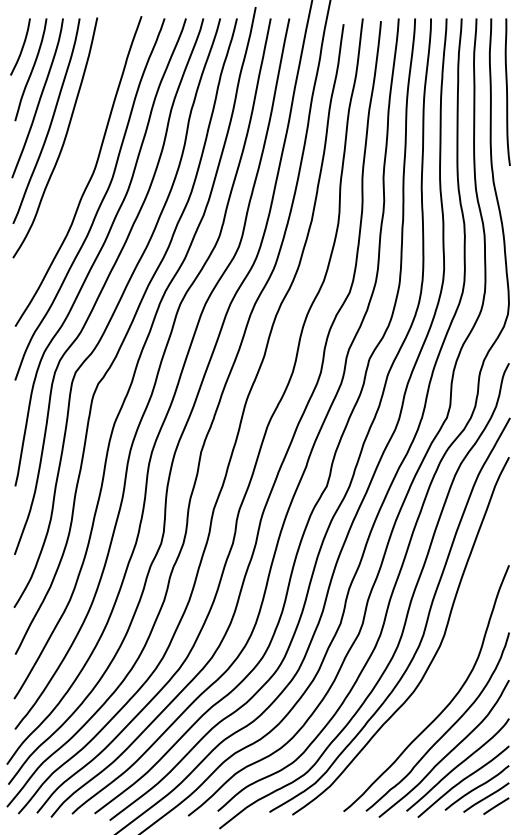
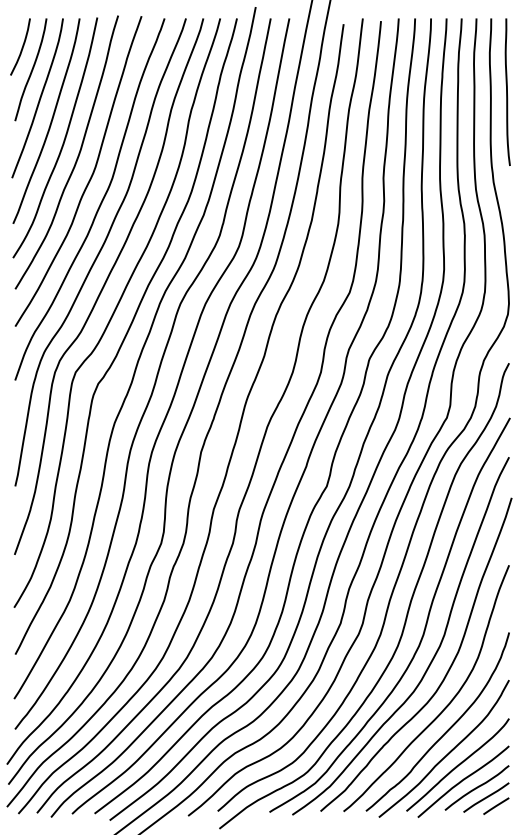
curve at (77, 155): none -> present
curve at (447, 670): none -> present
